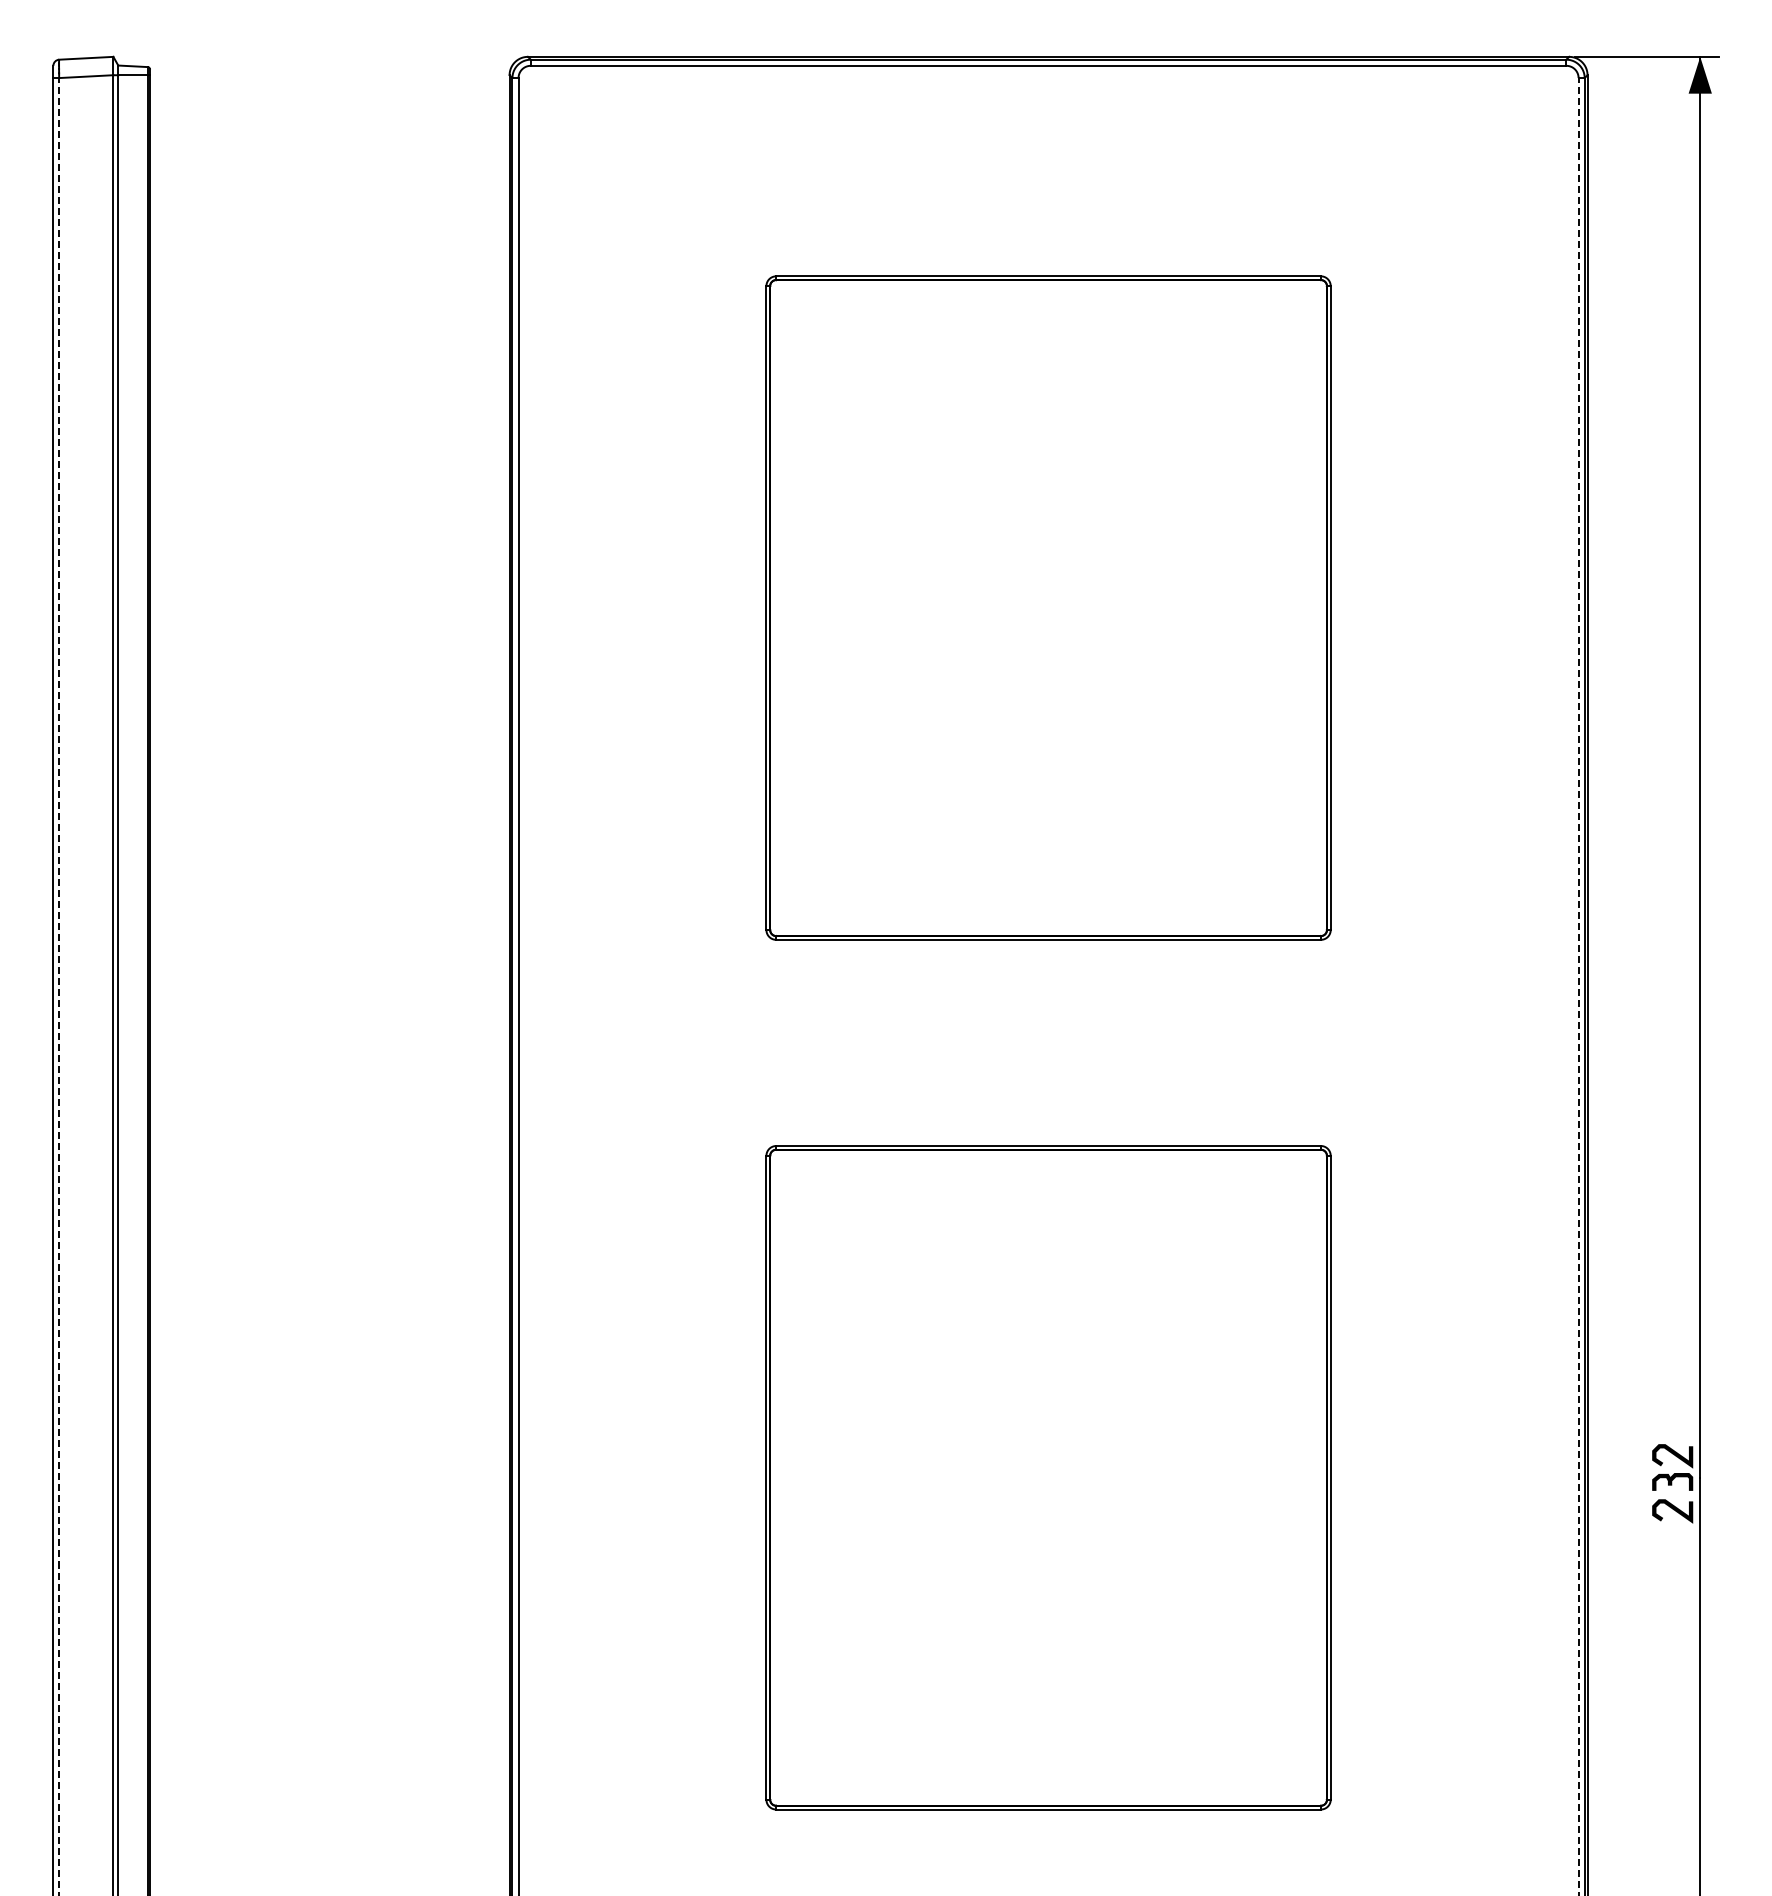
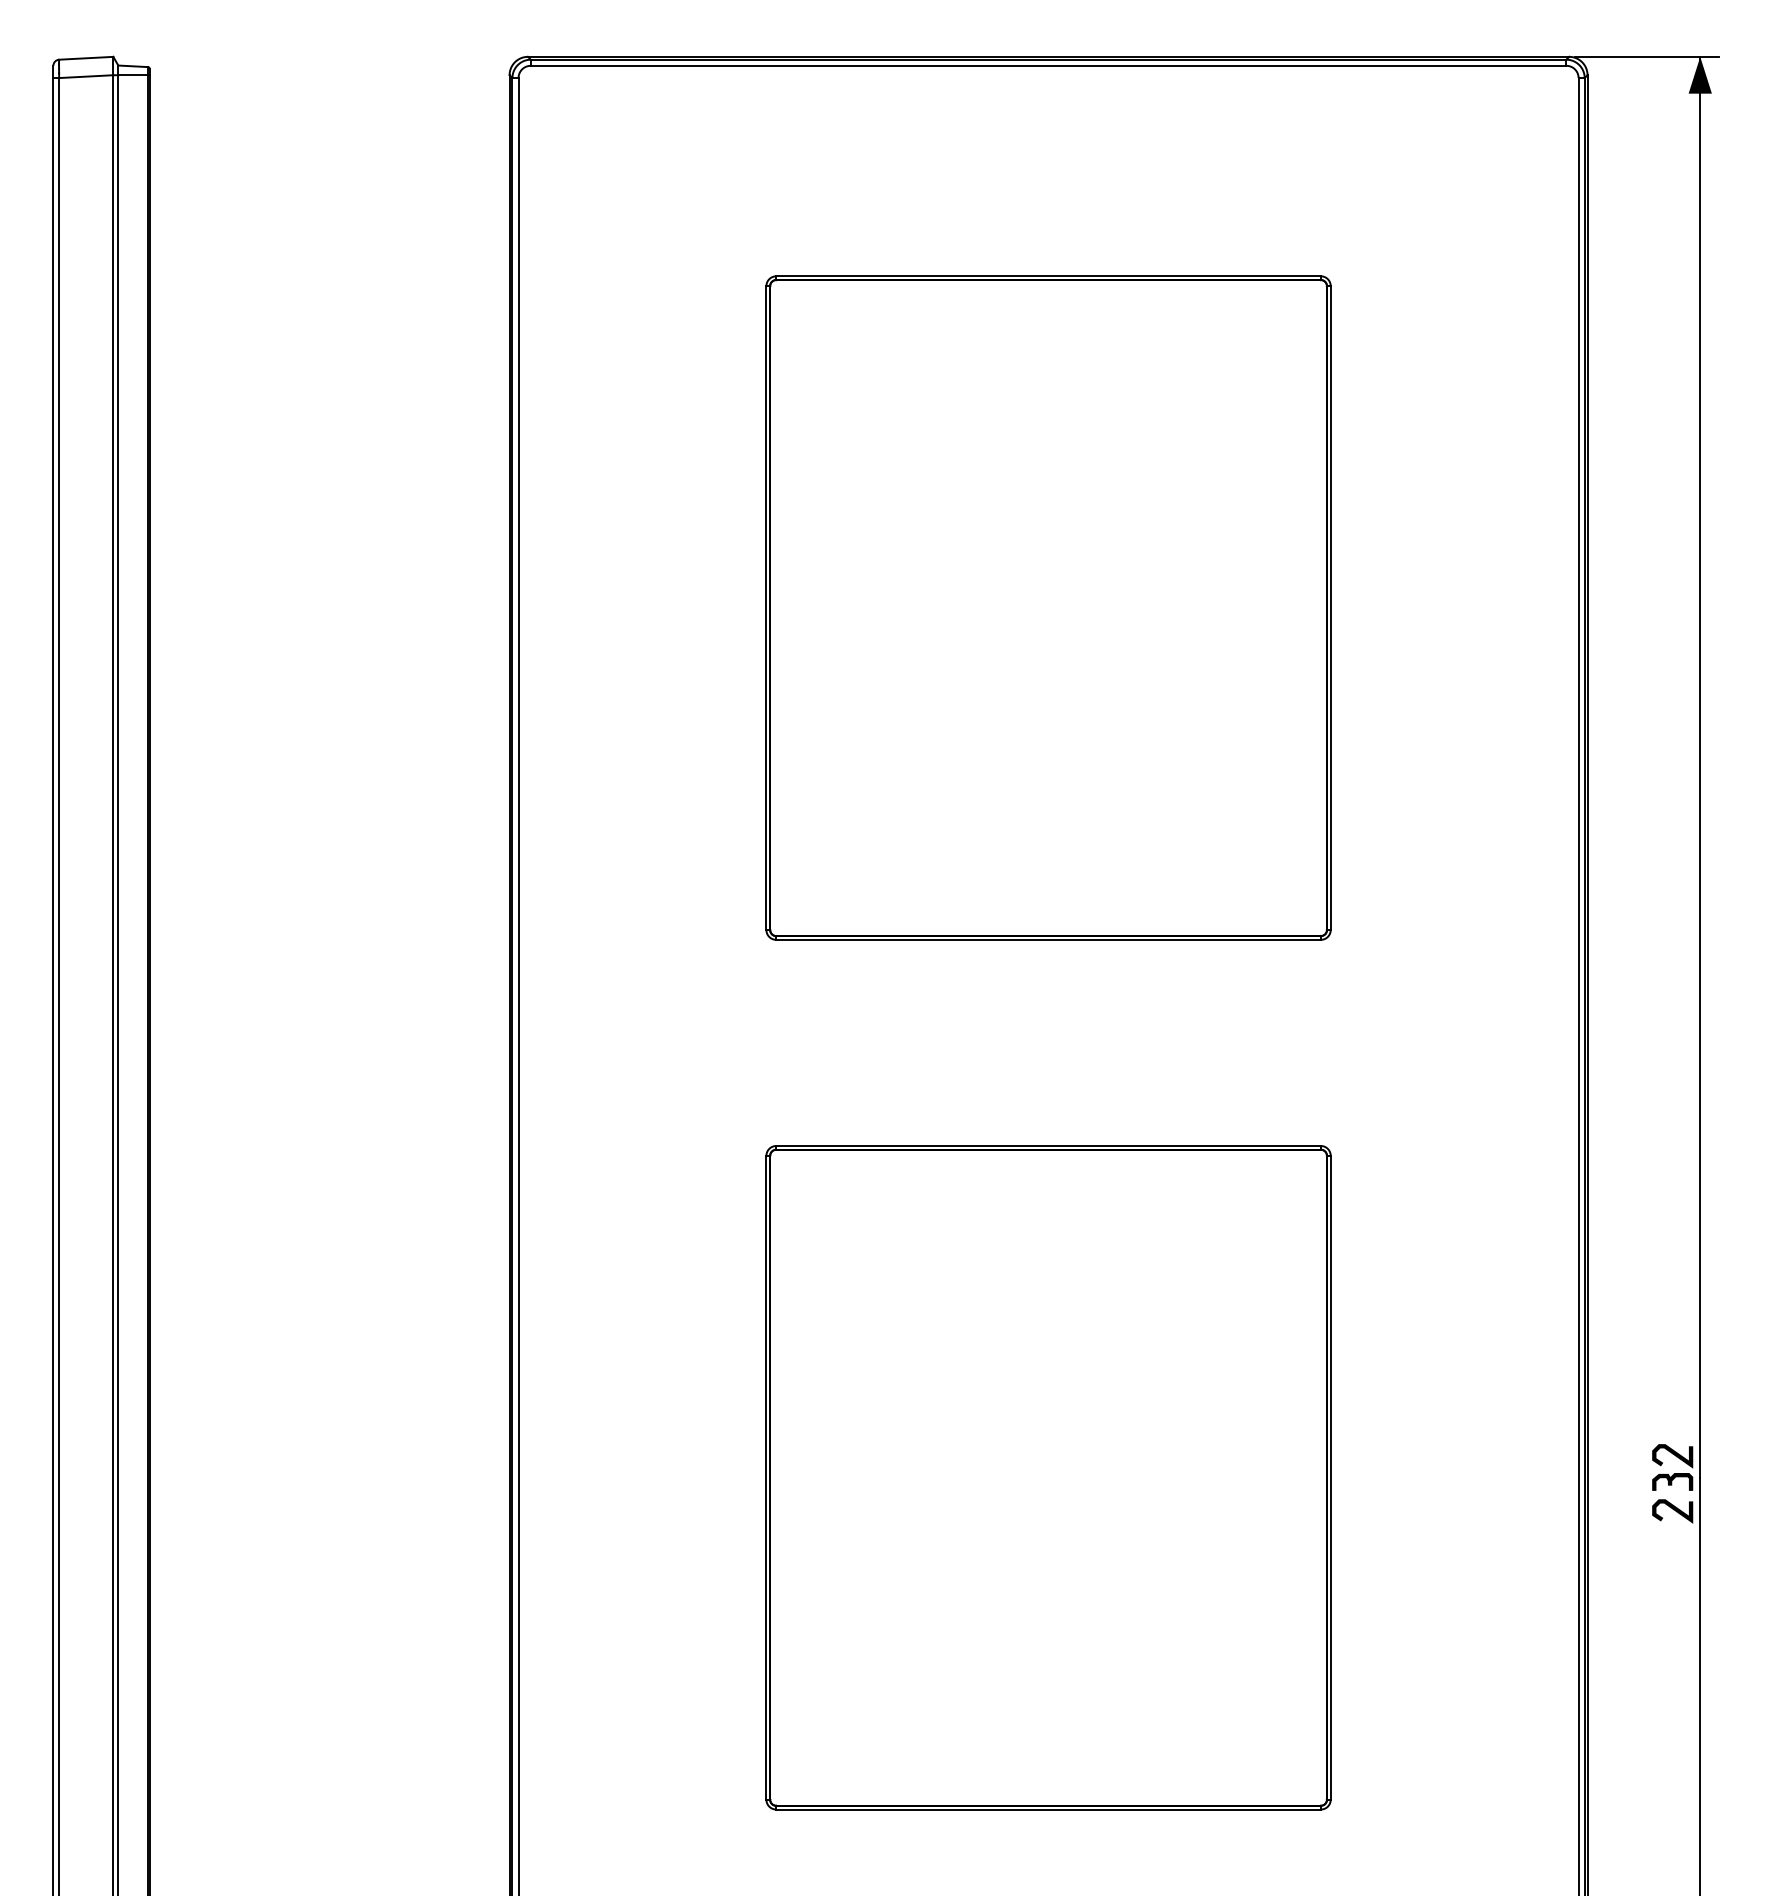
line at (59, 986): dashed -> solid
line at (1578, 986): dashed -> solid
